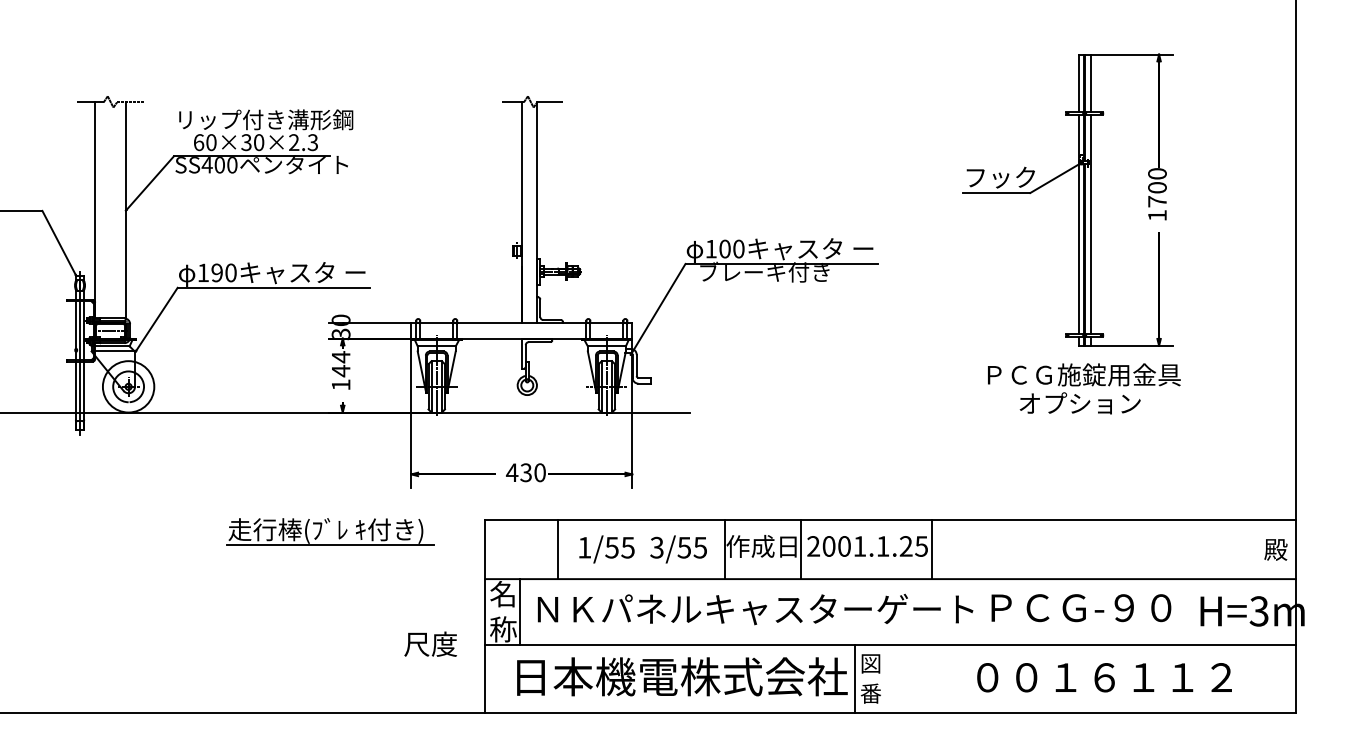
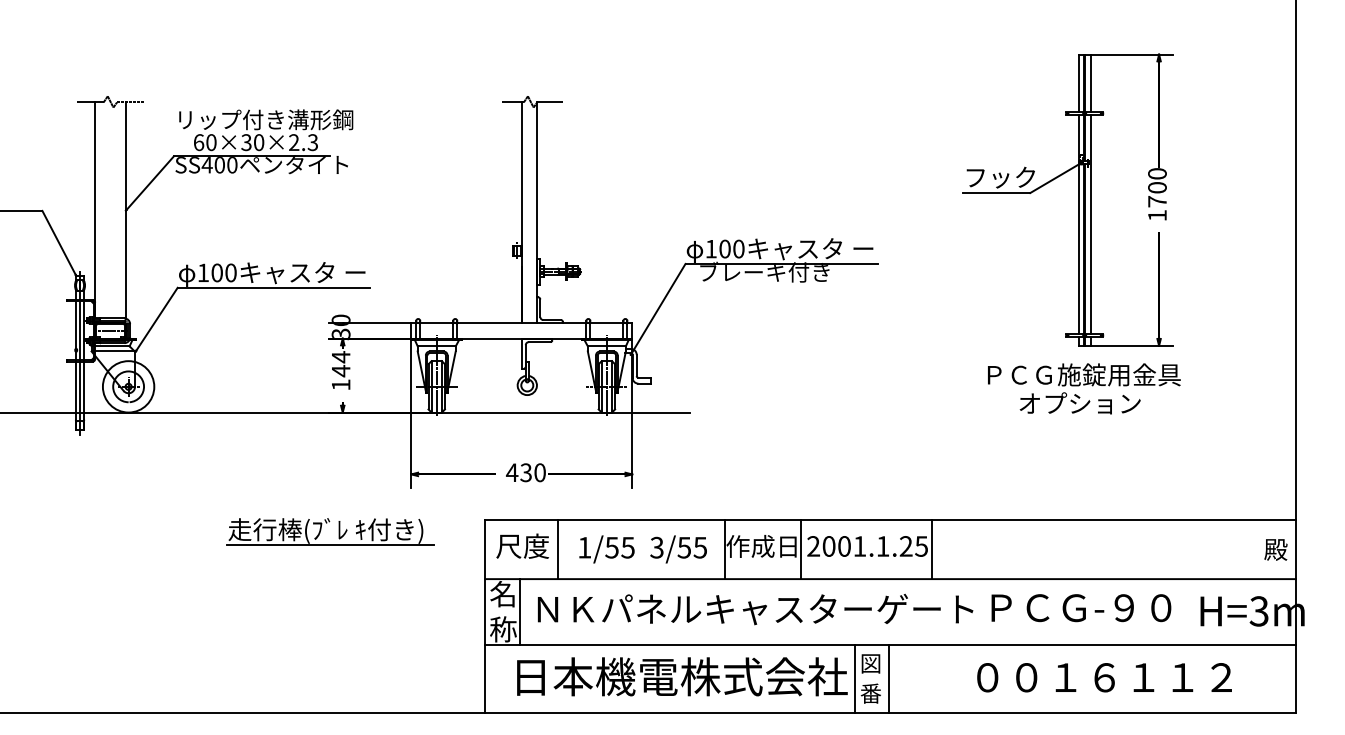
text at (216, 272): 190 -> 100
text at (430, 643) position: (430, 643) -> (522, 545)
line at (889, 678): none -> present
